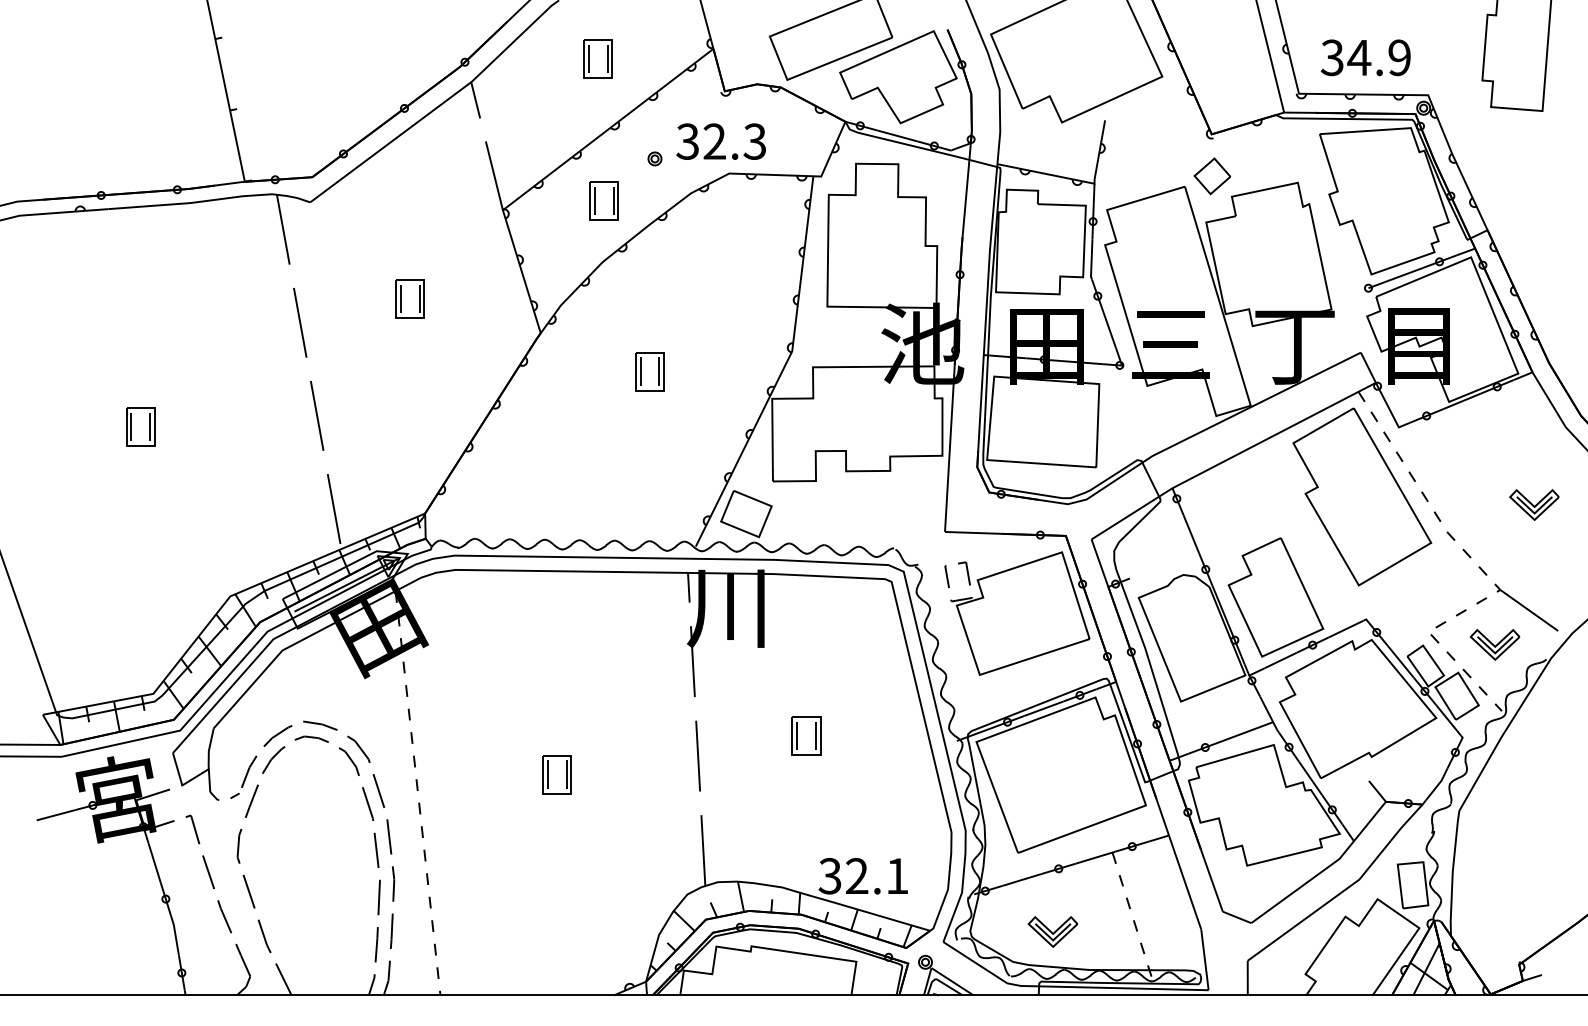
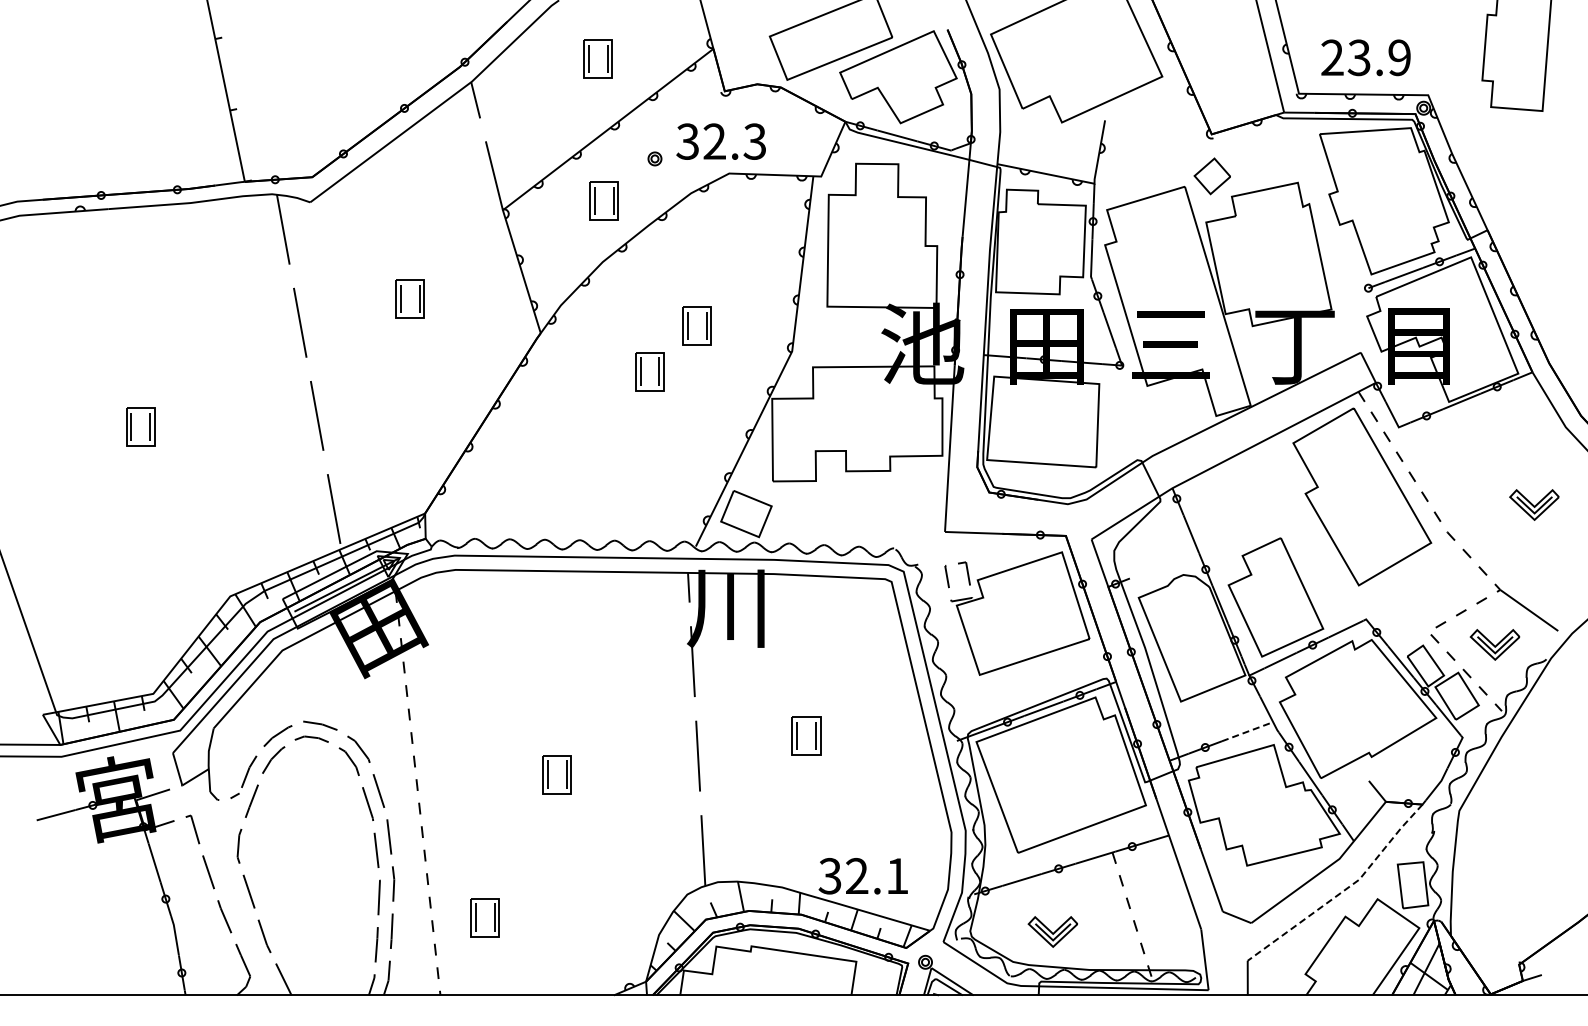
text at (1345, 57): 34.9 -> 23.9
part at (696, 325): none -> present
line at (1248, 731): solid -> dashed
line at (1344, 890): solid -> dashed
part at (484, 917): none -> present
